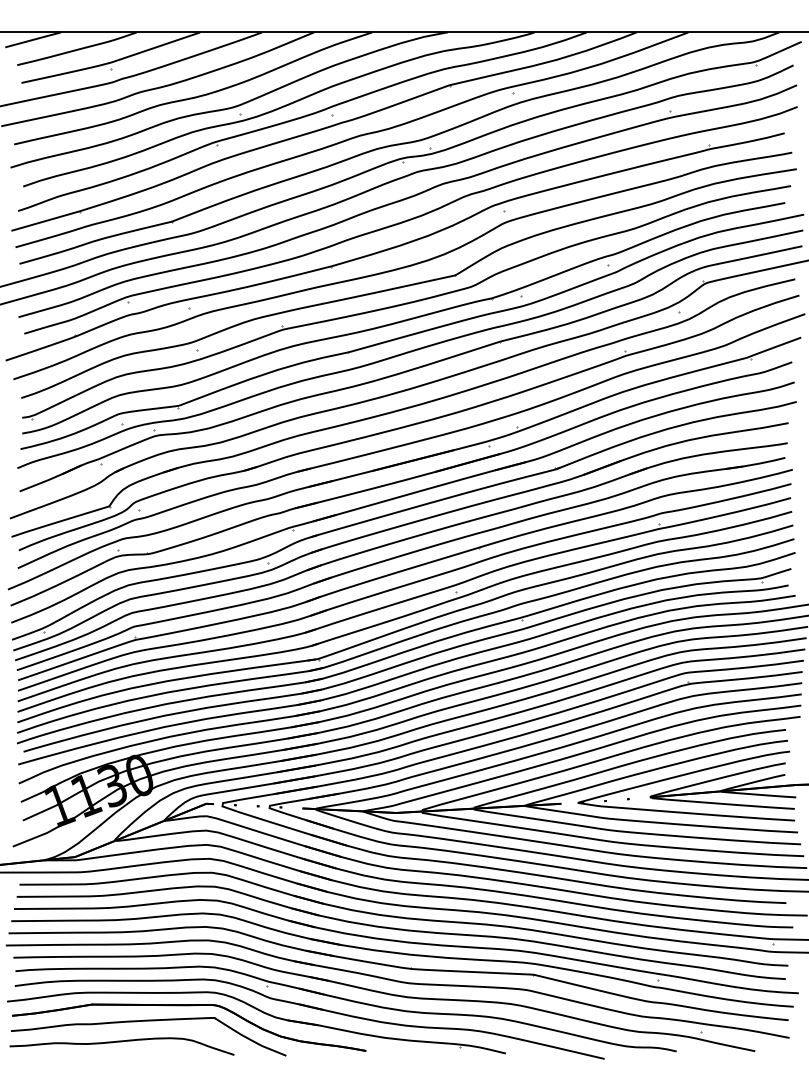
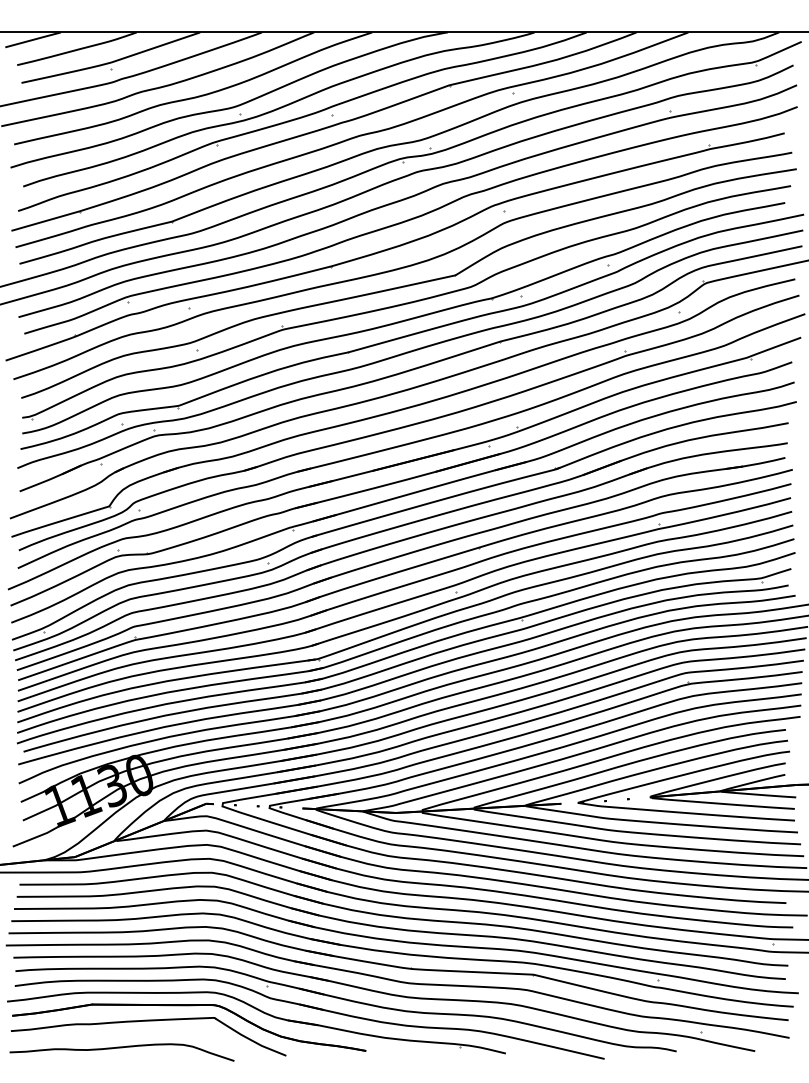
curve at (121, 1042) position: (121, 1042) -> (121, 1048)
